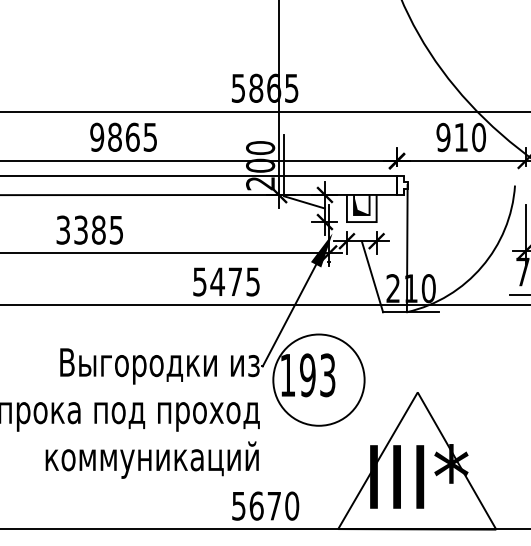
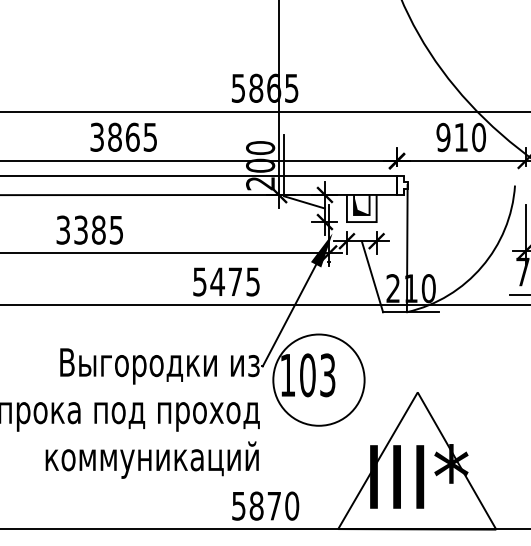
text at (97, 136): 9865 -> 3865
text at (307, 375): 193 -> 103
text at (256, 505): 5670 -> 5870
